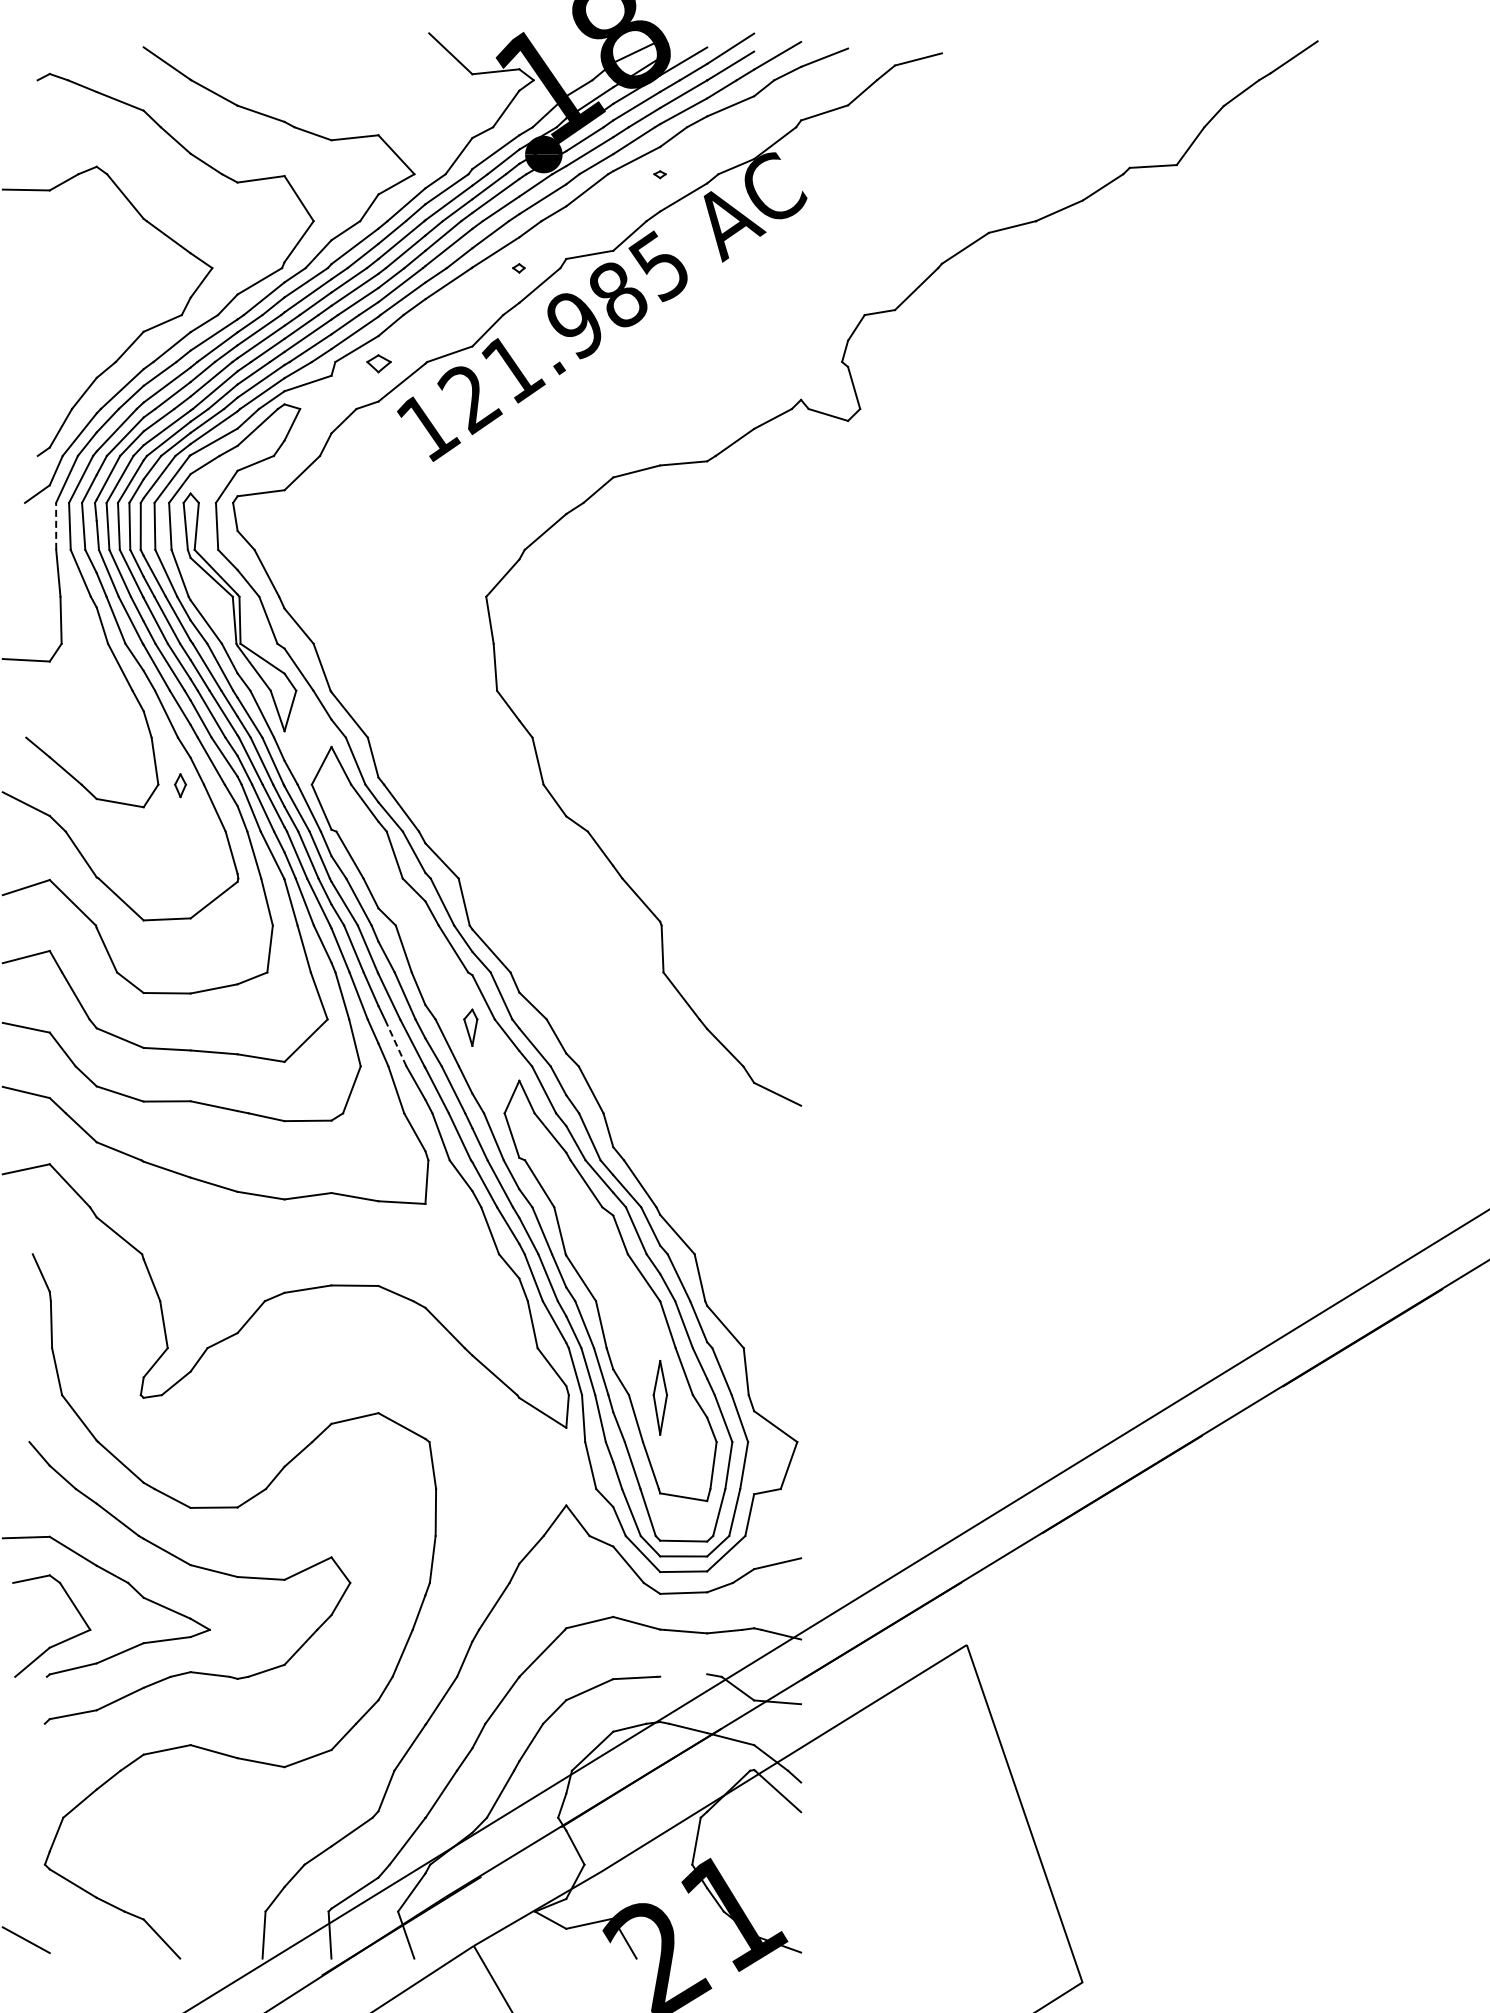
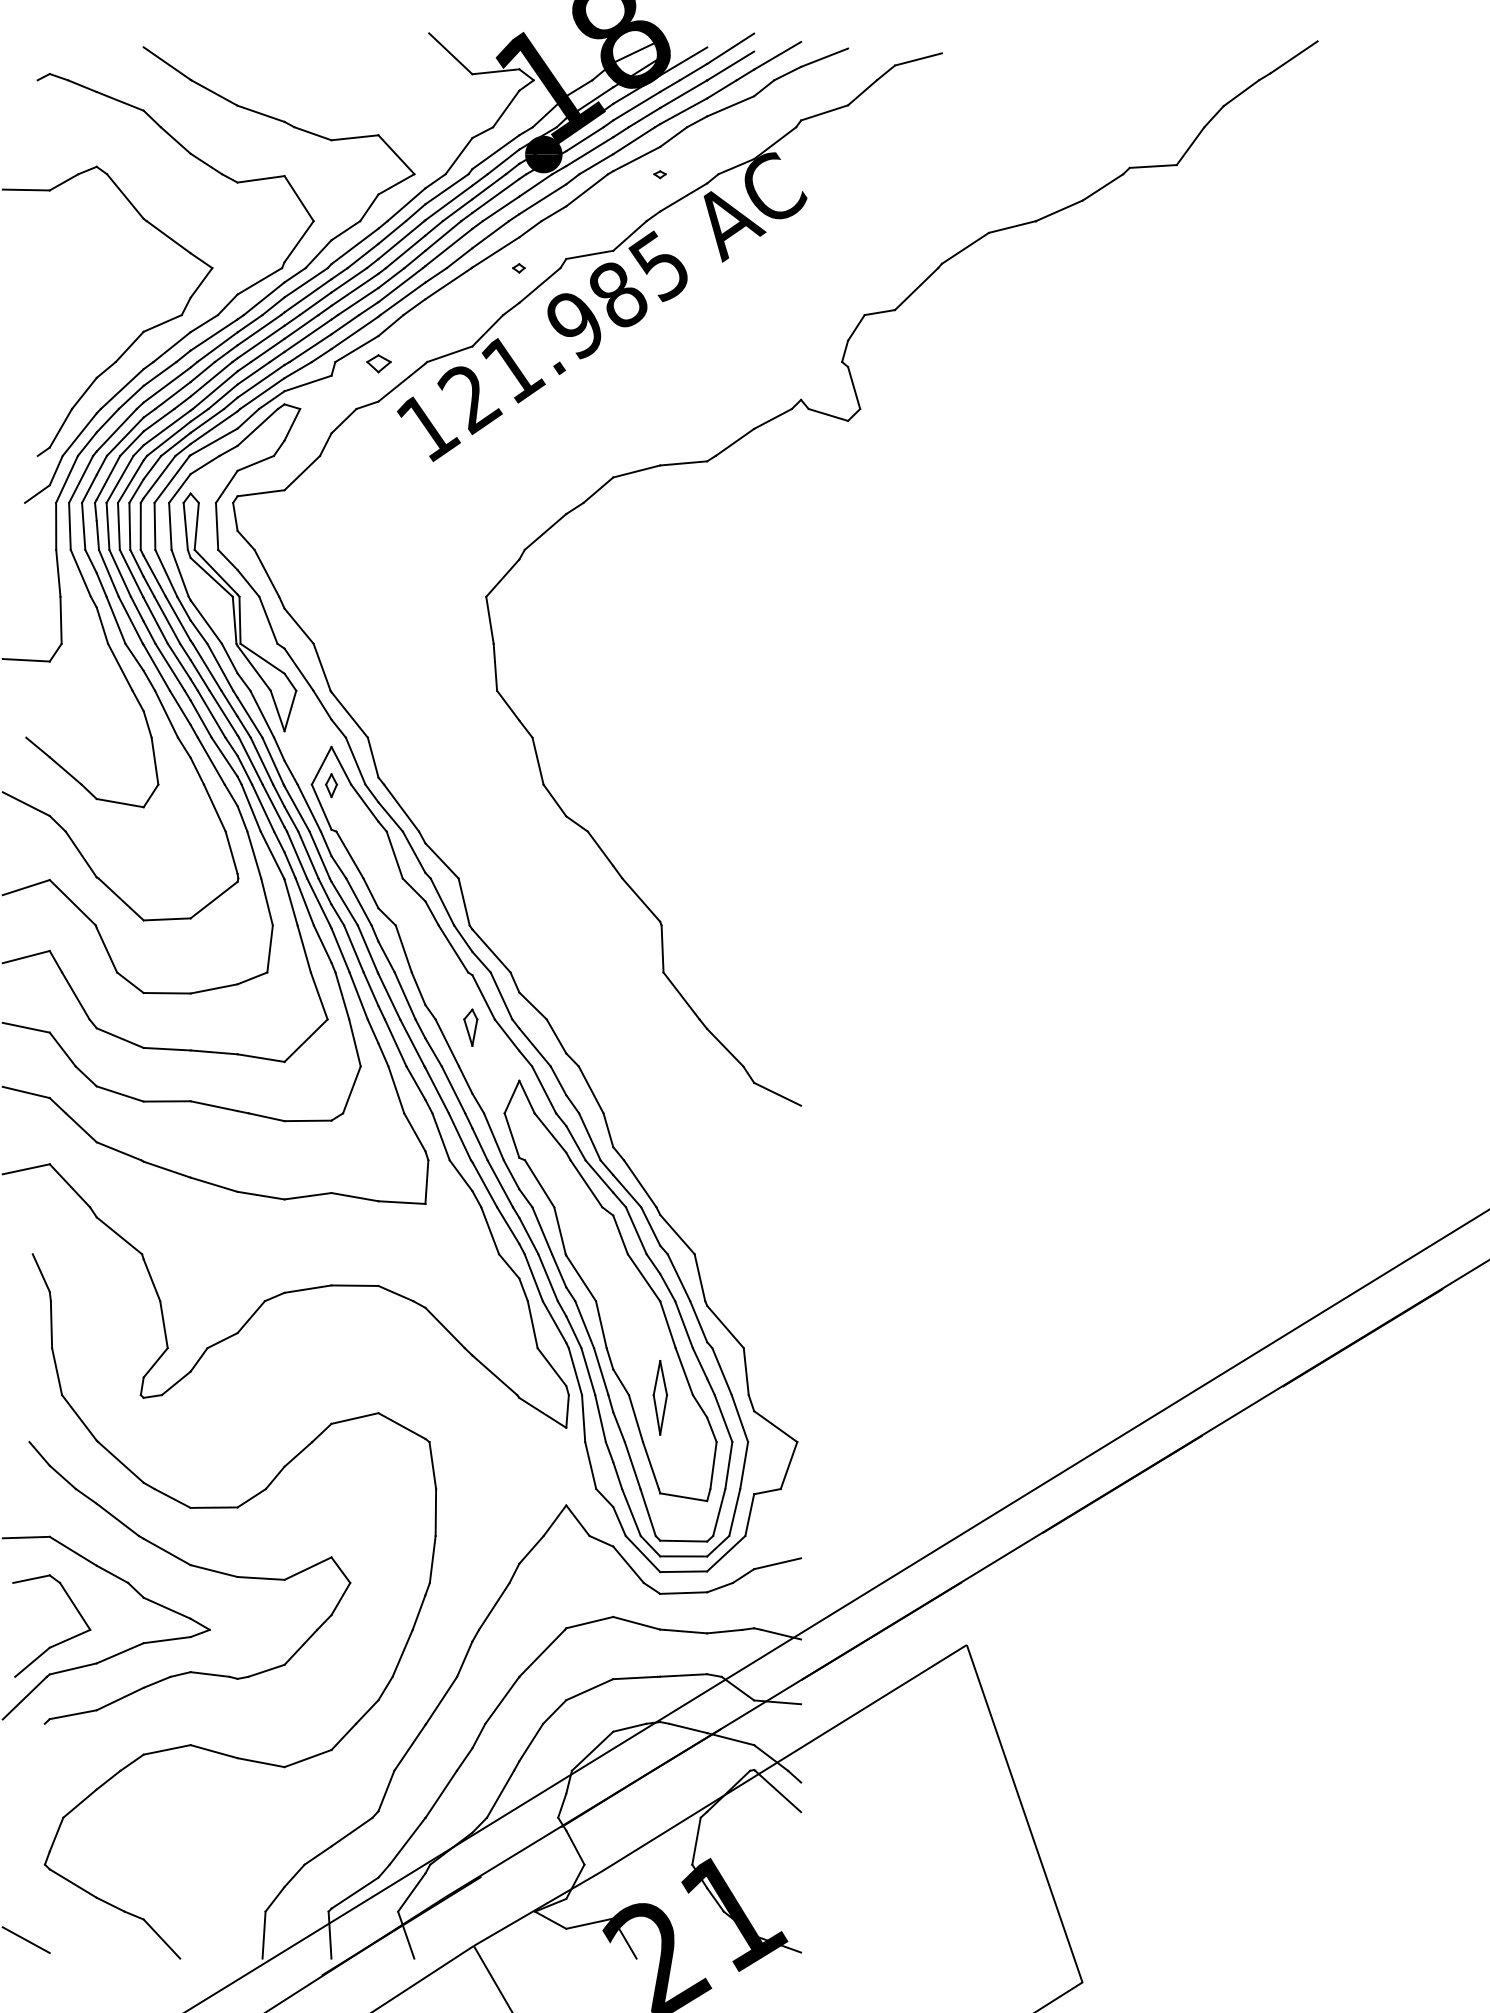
line at (56, 525): dashed -> solid
part at (180, 785) position: (180, 785) -> (331, 785)
line at (395, 1042): dashed -> solid
line at (683, 1675): none -> present
line at (24, 1697): none -> present
